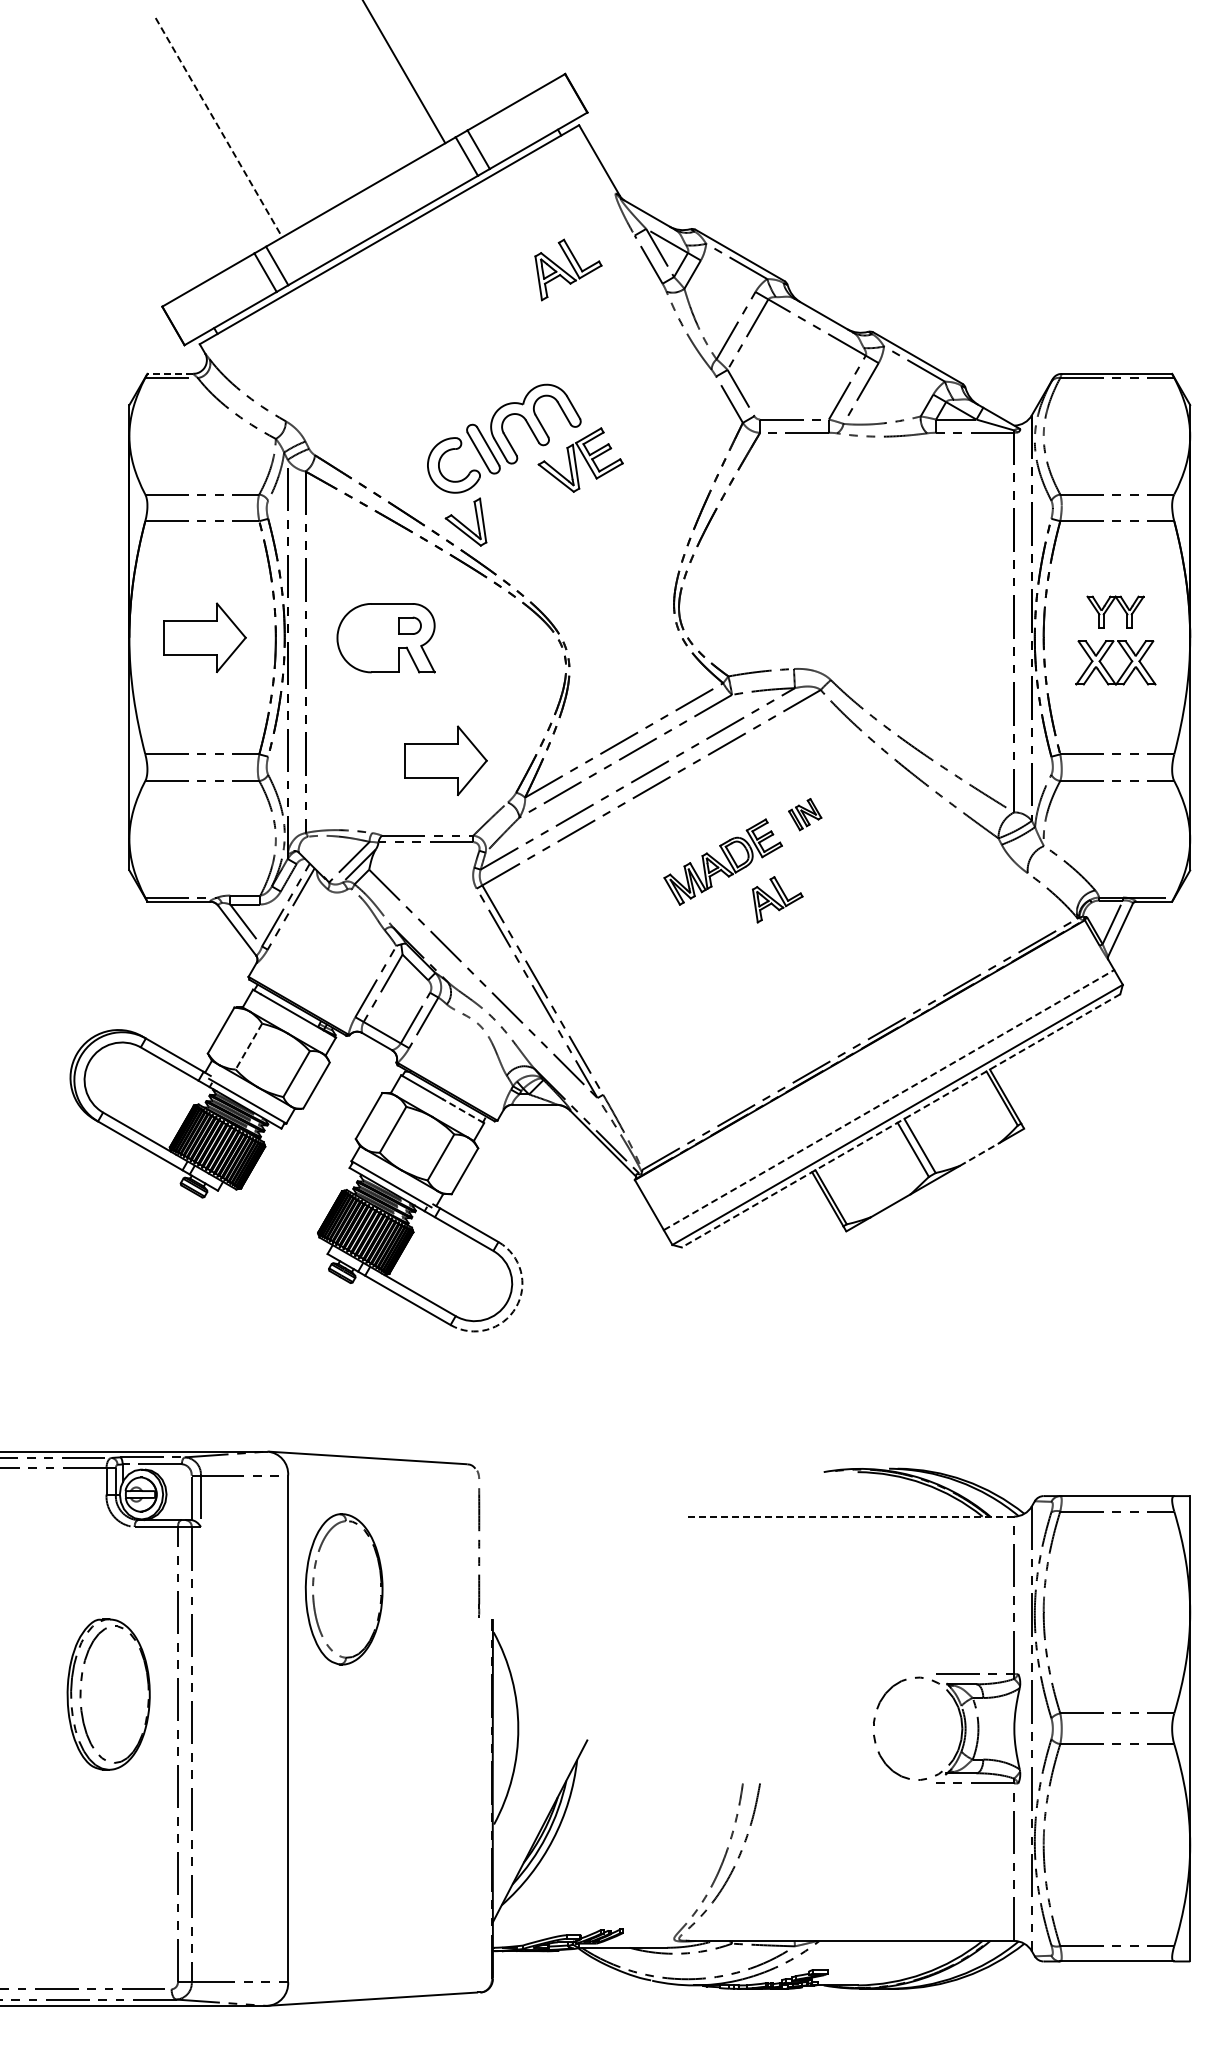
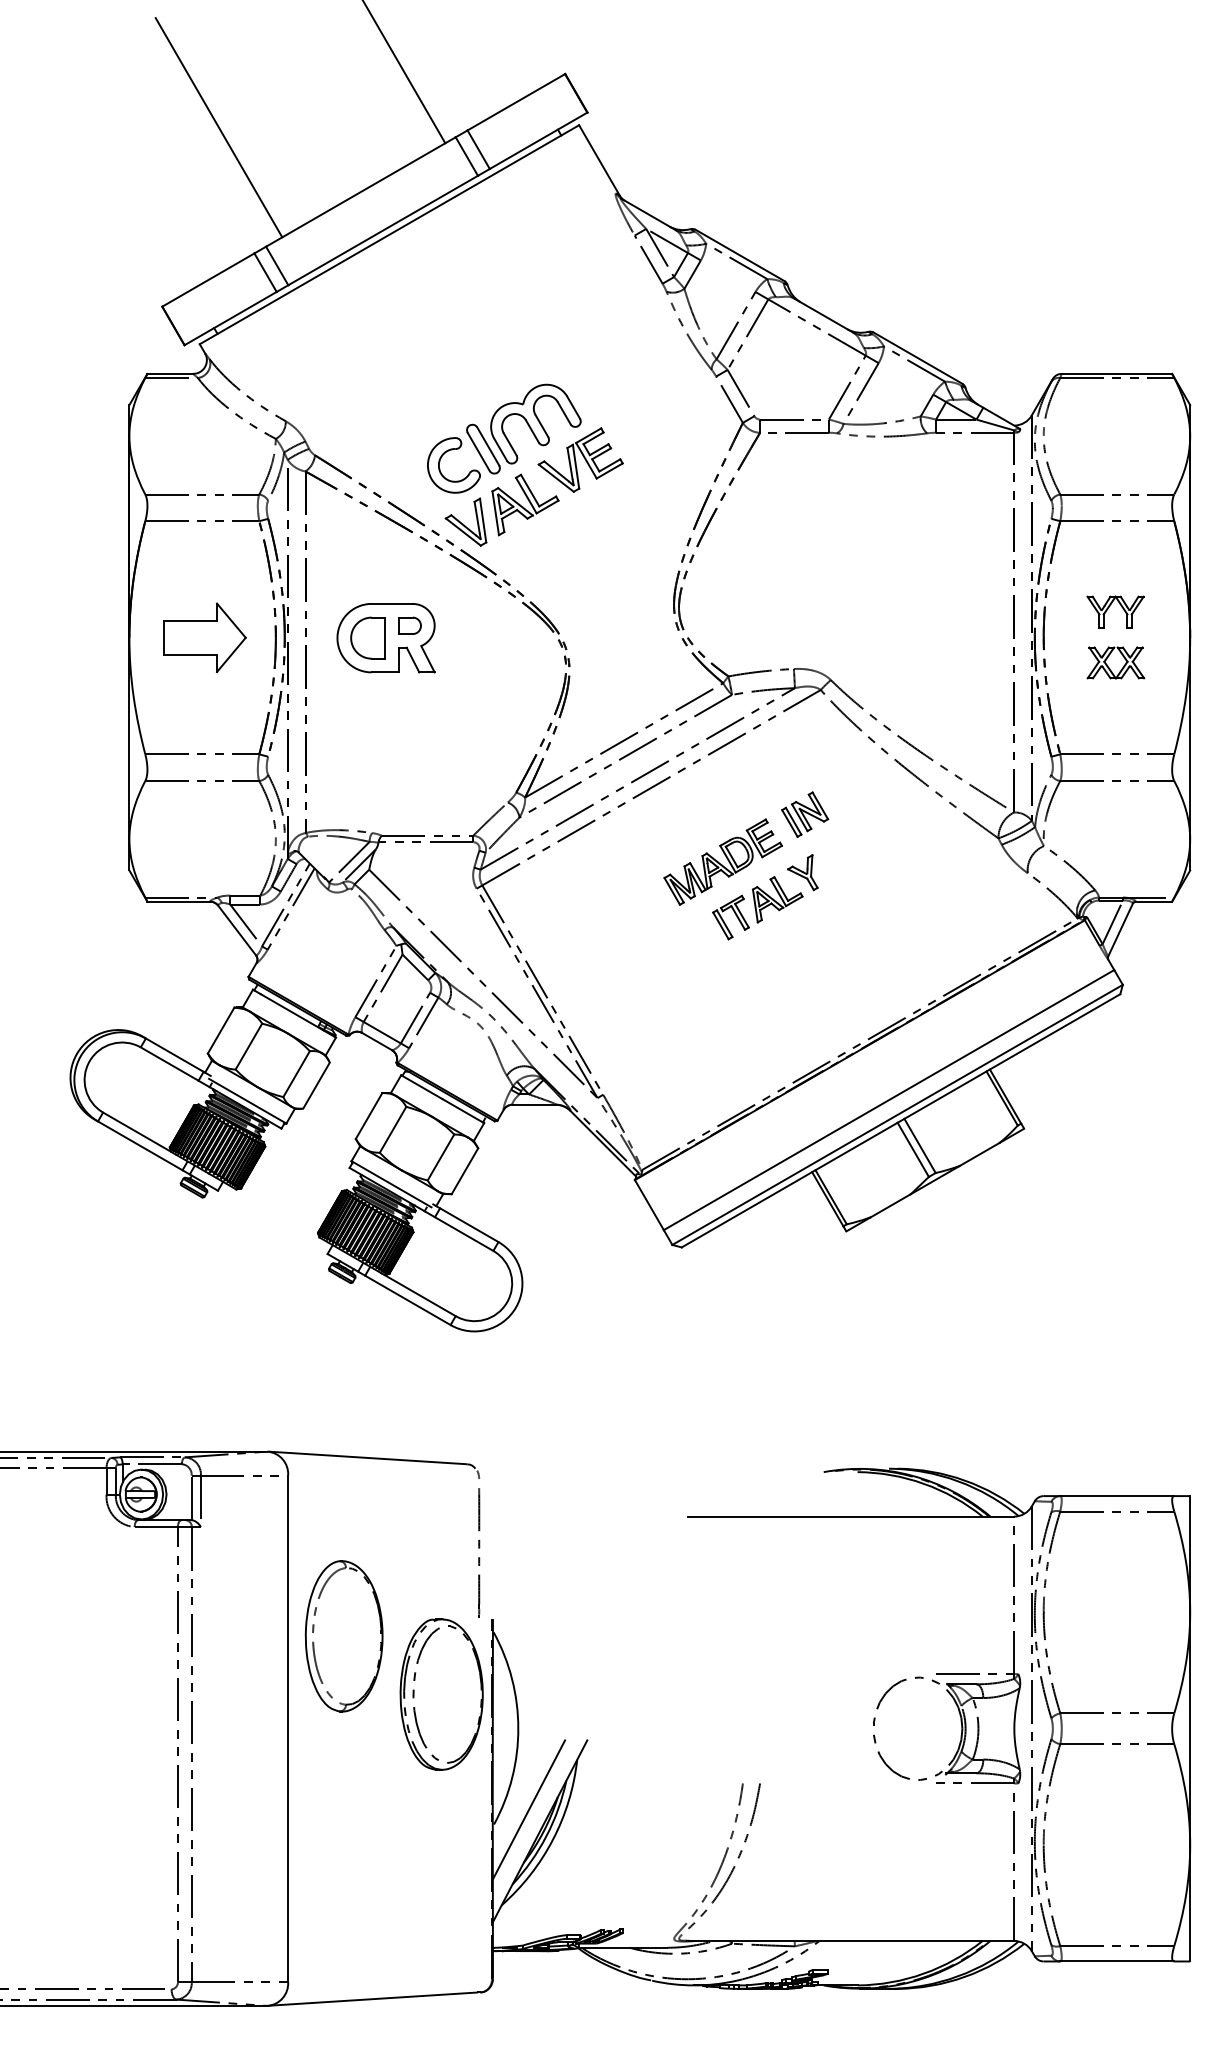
line at (219, 127): dashed -> solid
part at (568, 269) position: (568, 269) -> (525, 504)
line at (170, 373): dashed -> solid
part at (367, 637): none -> present
part at (1115, 662) size: 82x46 px -> 60x34 px
part at (445, 760): present -> none
part at (805, 814) size: 35x34 px -> 49x47 px
part at (802, 872): none -> present
part at (730, 917): none -> present
line at (248, 1046): dashed -> solid
line at (889, 1099): dashed -> solid
line at (463, 1111): dashed -> solid
line at (900, 1121): dashed -> solid
line at (980, 1154): dashed -> solid
arc at (516, 1307): dashed -> solid
line at (851, 1516): dashed -> solid
part at (343, 1589) position: (343, 1589) -> (343, 1636)
part at (108, 1694) position: (108, 1694) -> (441, 1694)
line at (528, 1809): none -> present
